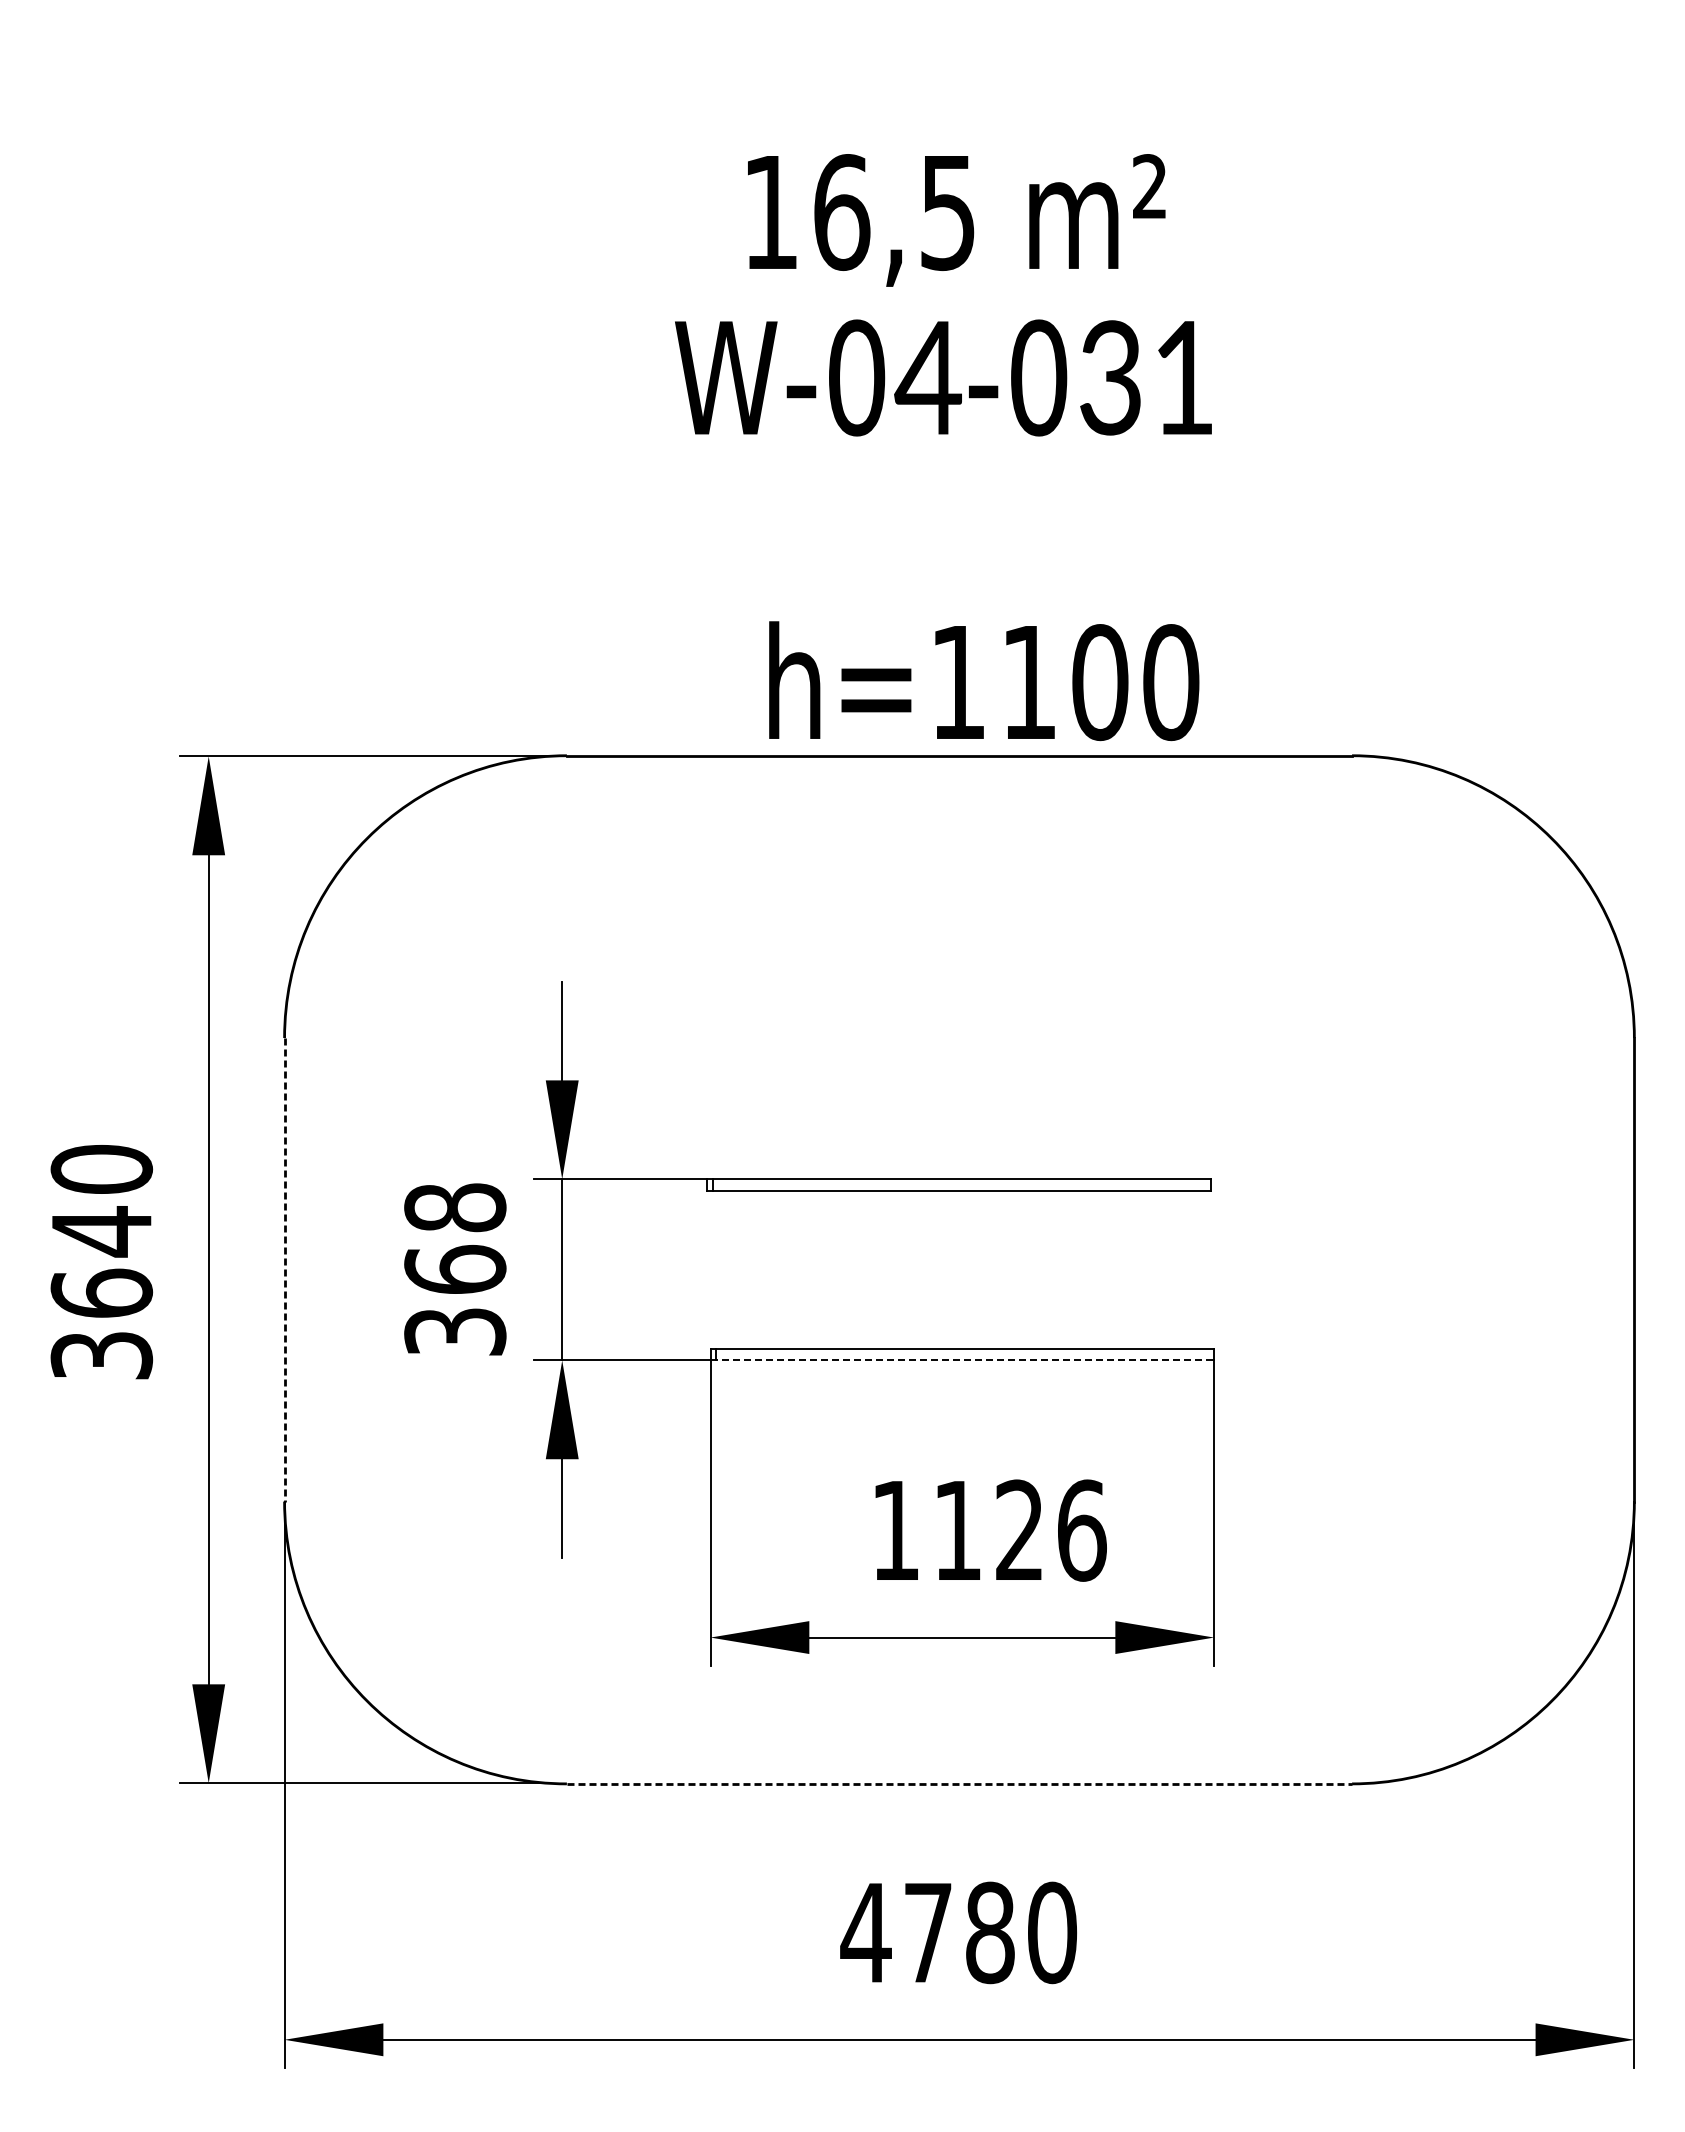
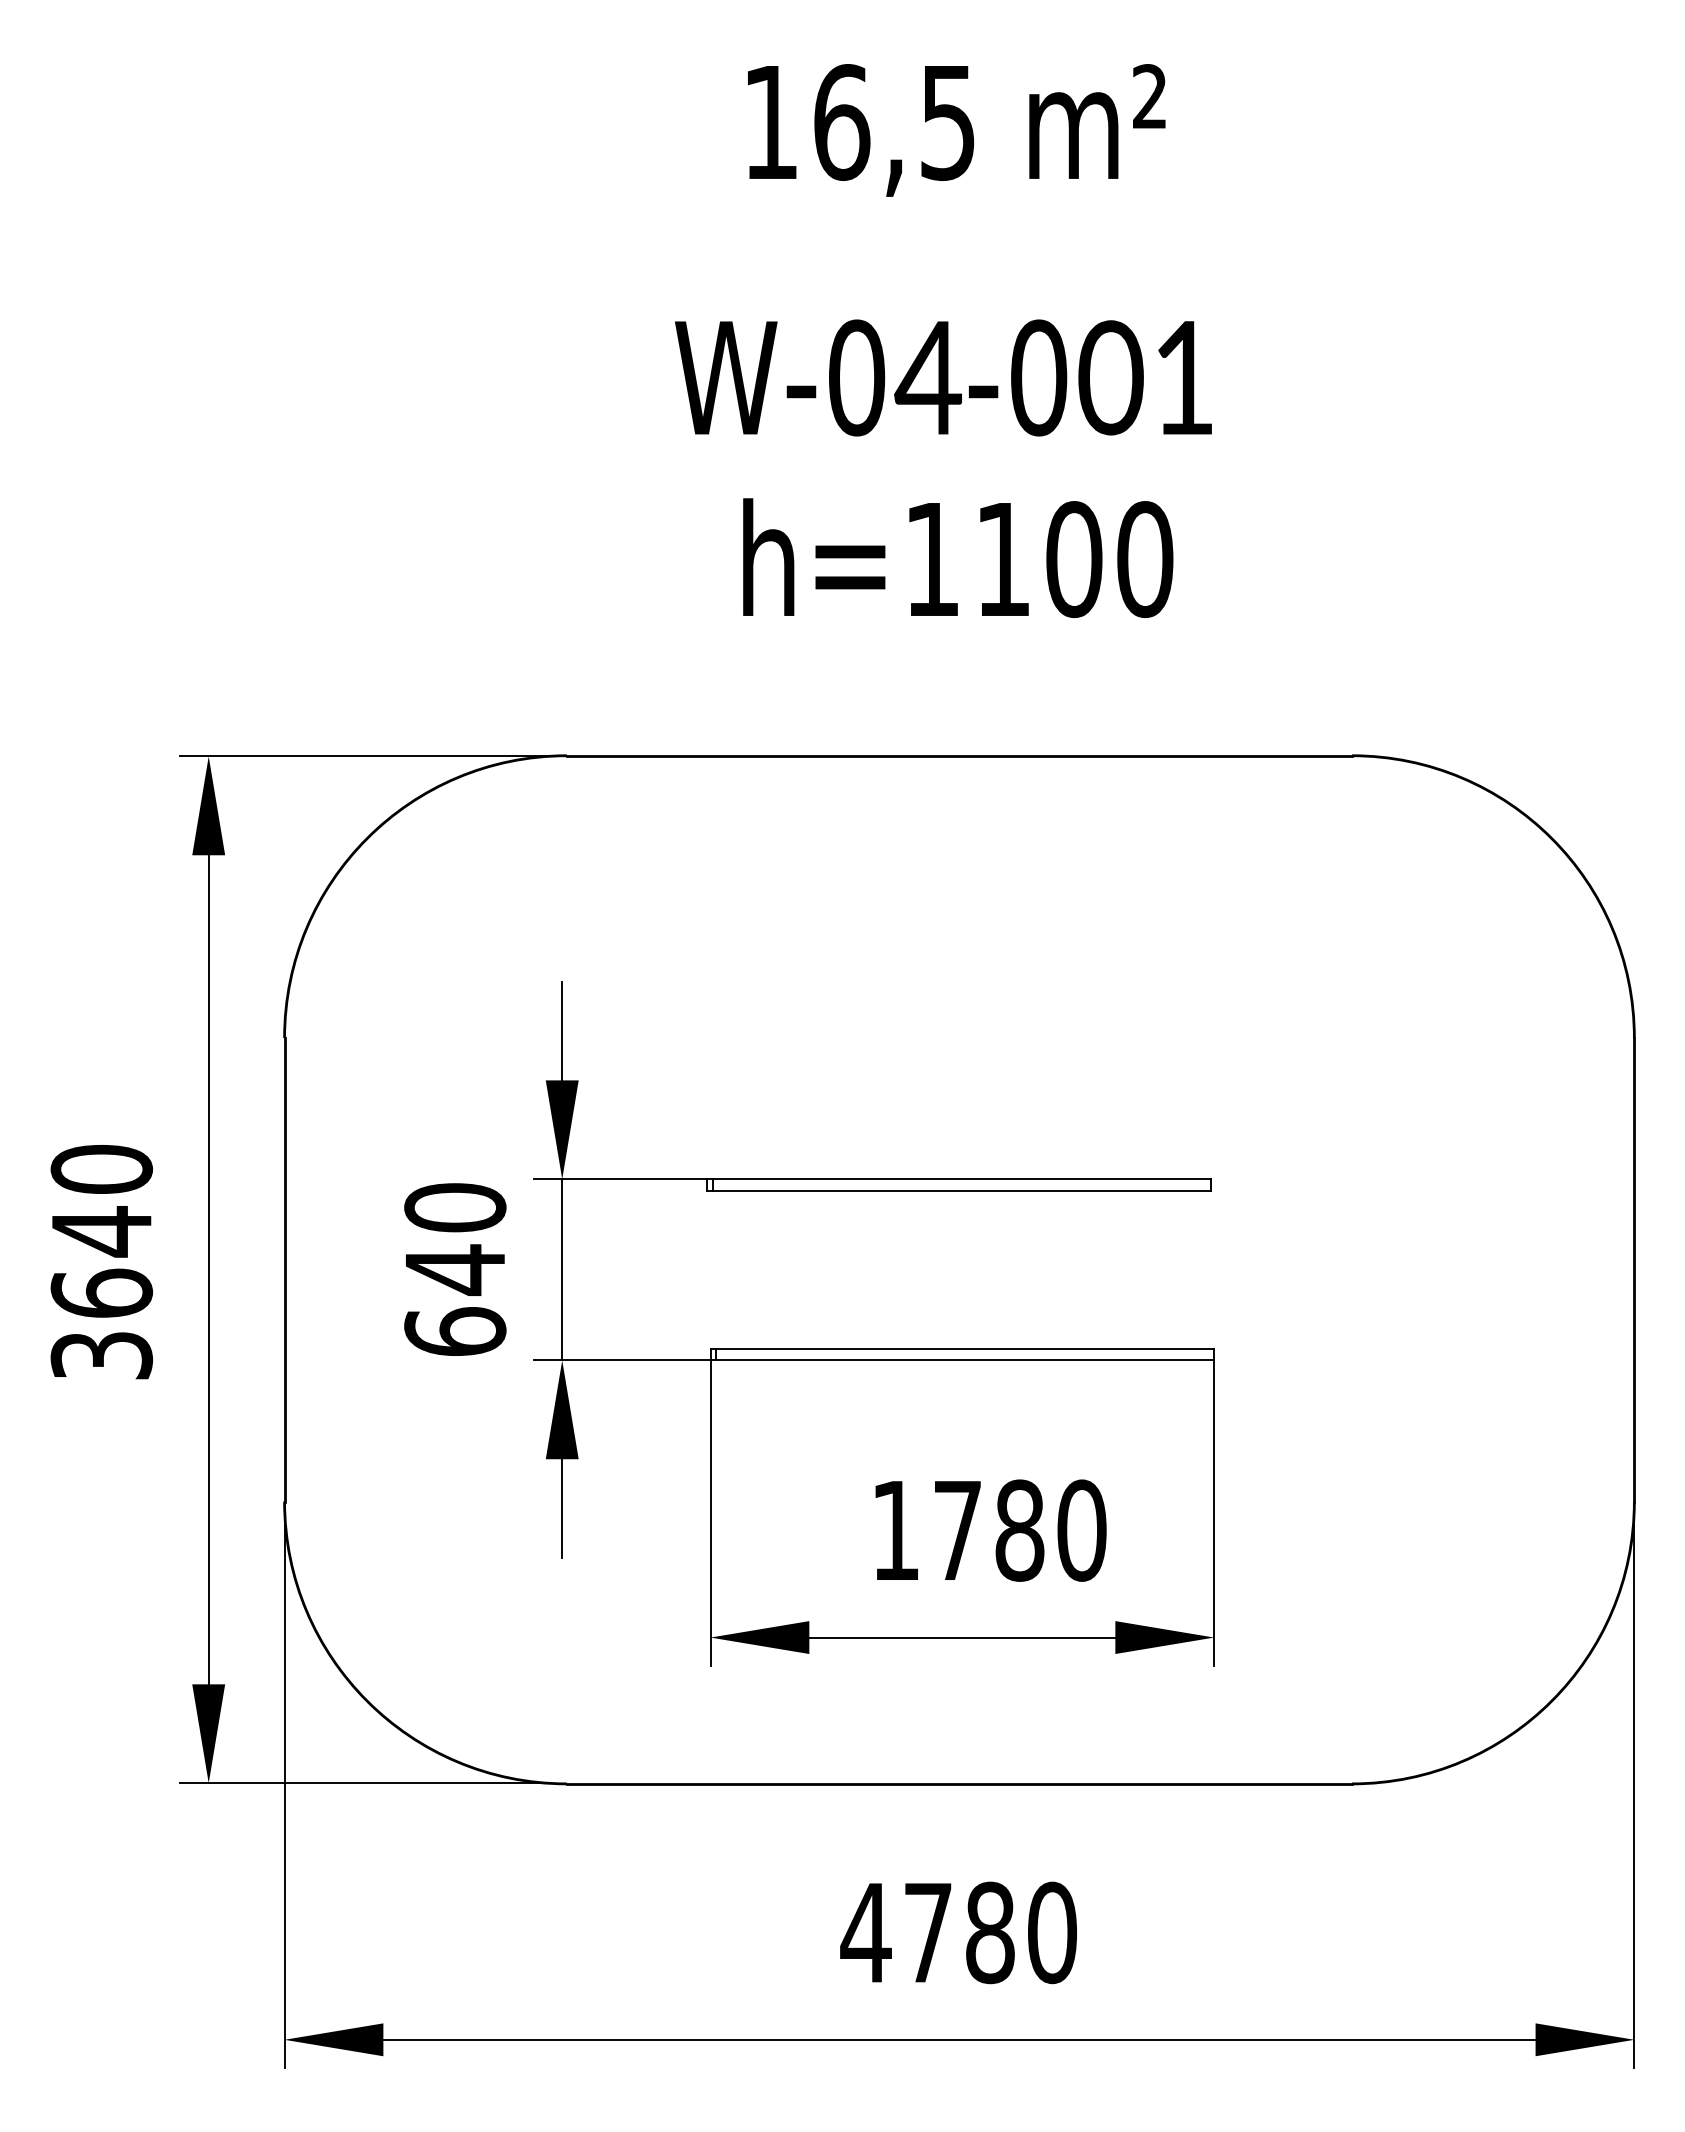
text at (956, 220) position: (956, 220) -> (956, 130)
text at (1110, 377): 31 -> 01
text at (984, 681) position: (984, 681) -> (958, 558)
line at (284, 1269): dashed -> solid
text at (455, 1269): 368 -> 640
line at (962, 1360): dashed -> solid
text at (1020, 1530): 1126 -> 1780
line at (959, 1783): dashed -> solid
